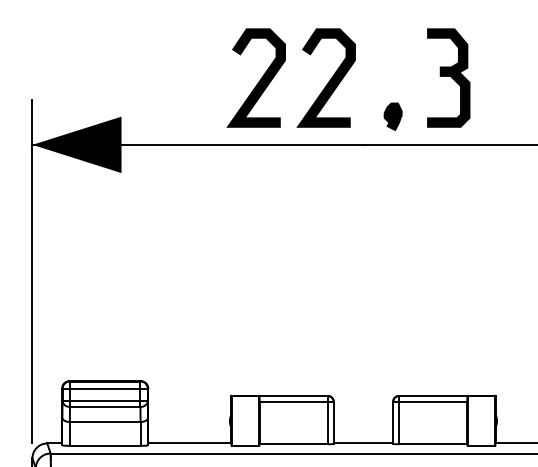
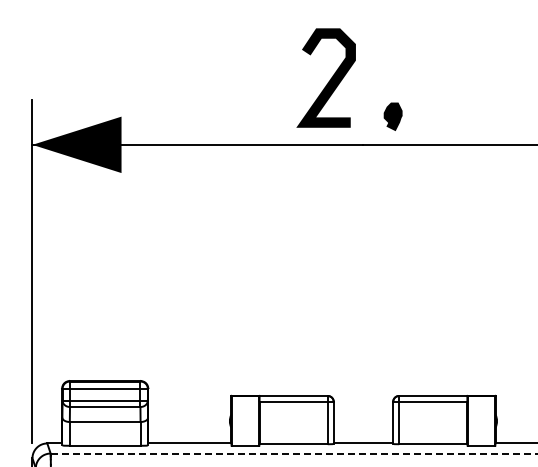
part at (448, 77): present -> none
curve at (259, 80): present -> none
line at (294, 453): solid -> dashed
